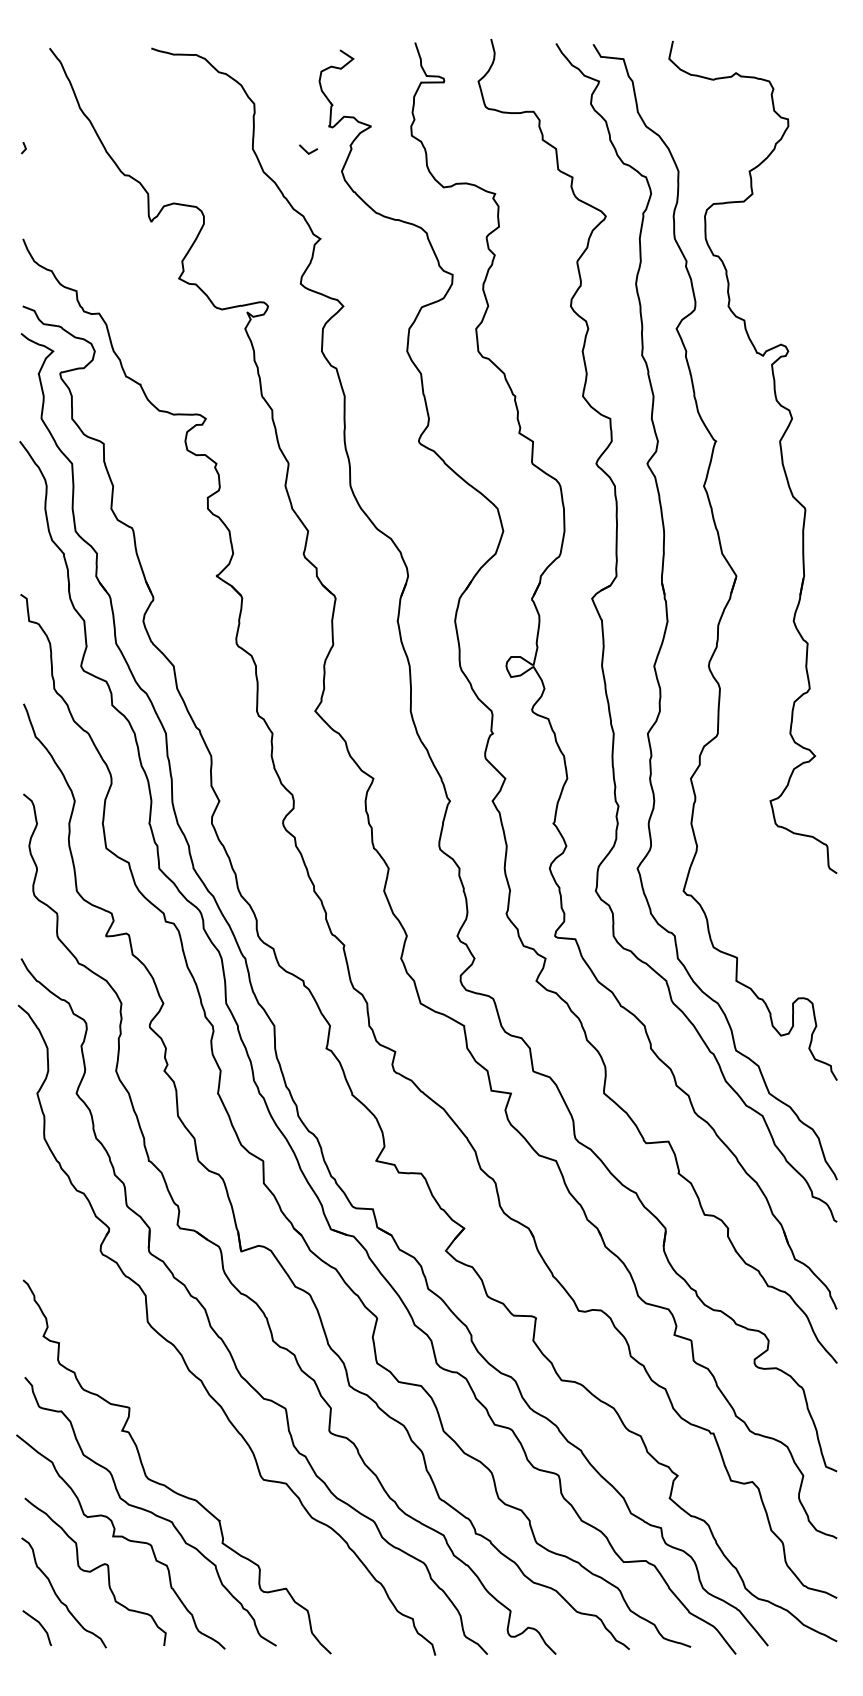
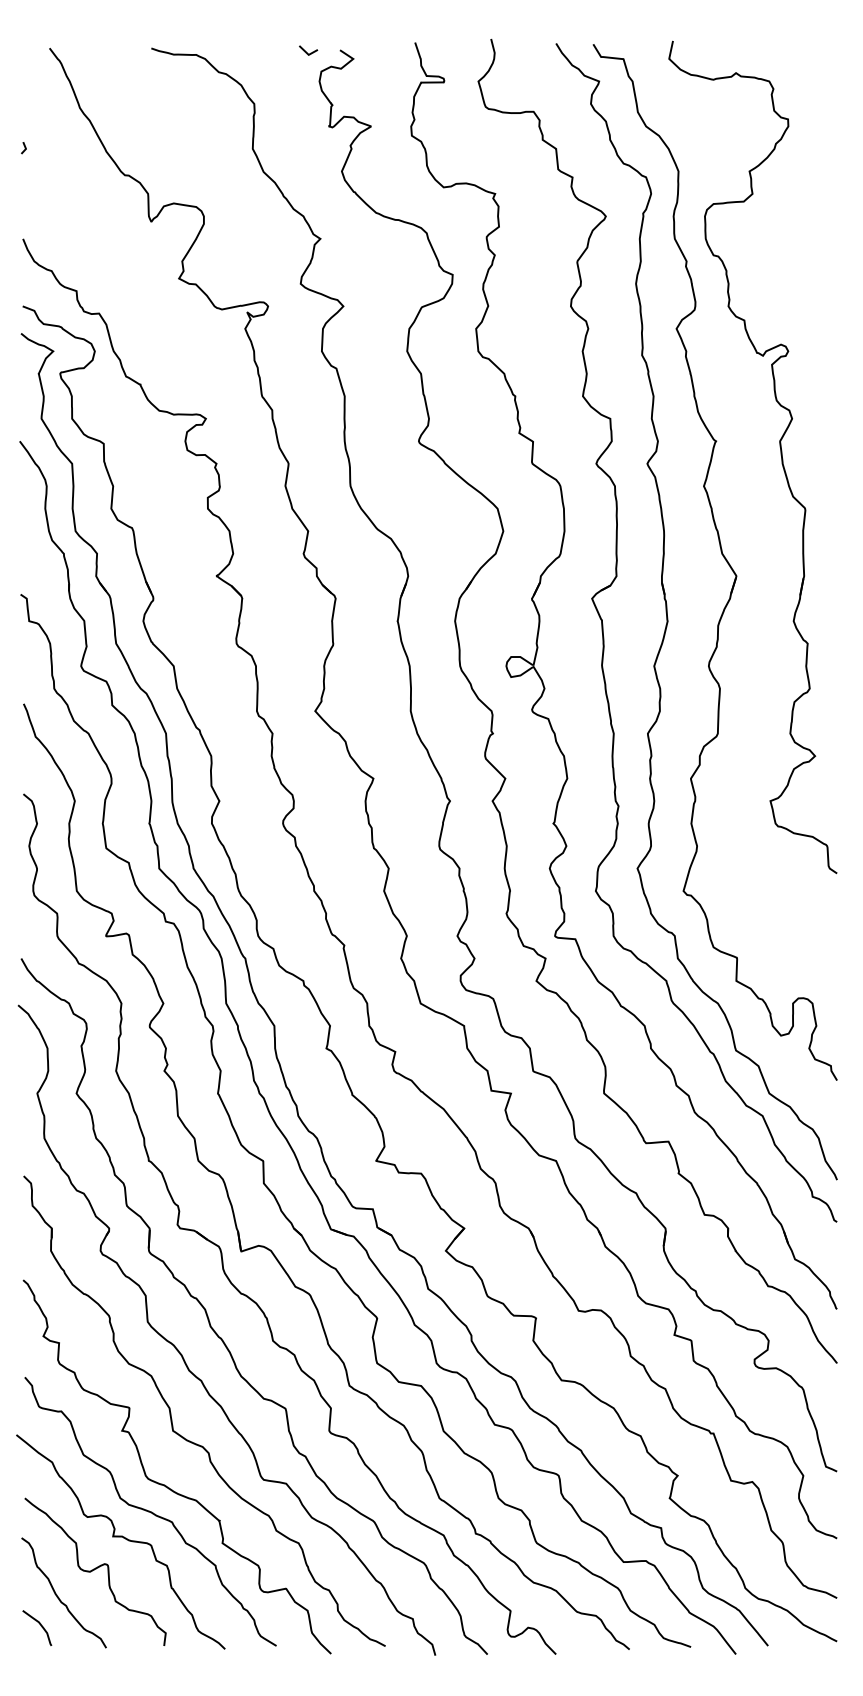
line at (306, 150) position: (306, 150) -> (306, 51)
part at (171, 1412): none -> present
